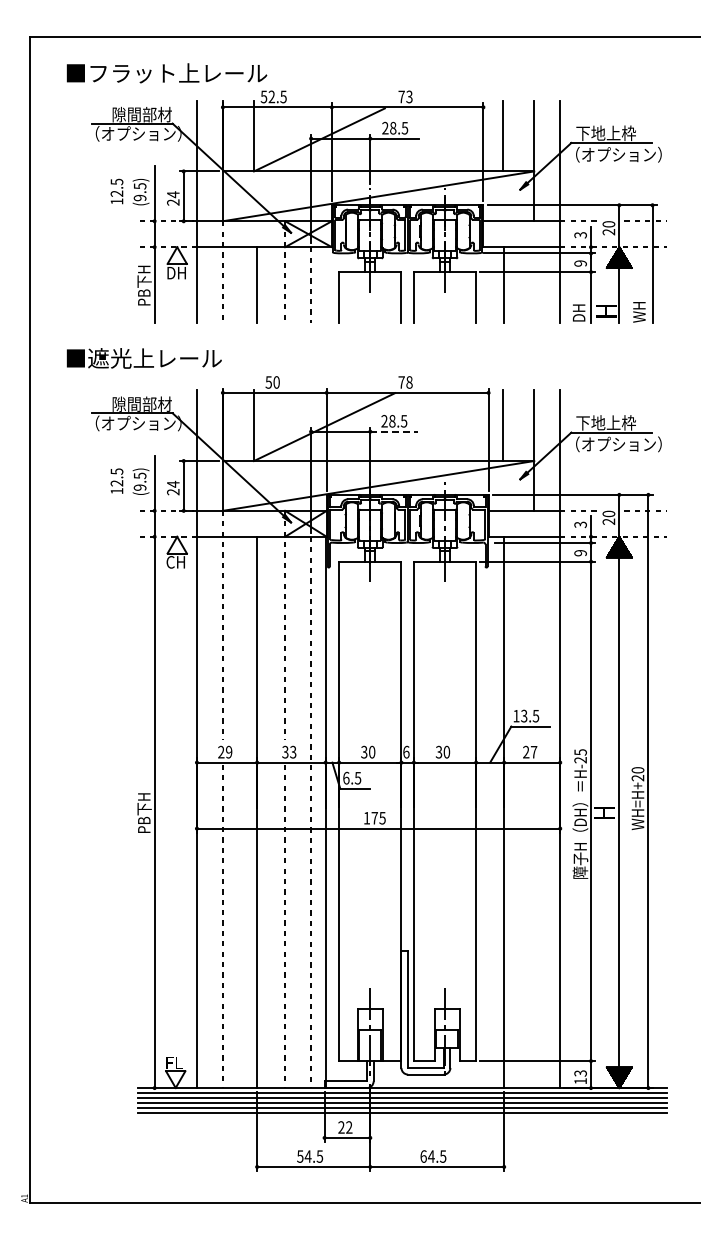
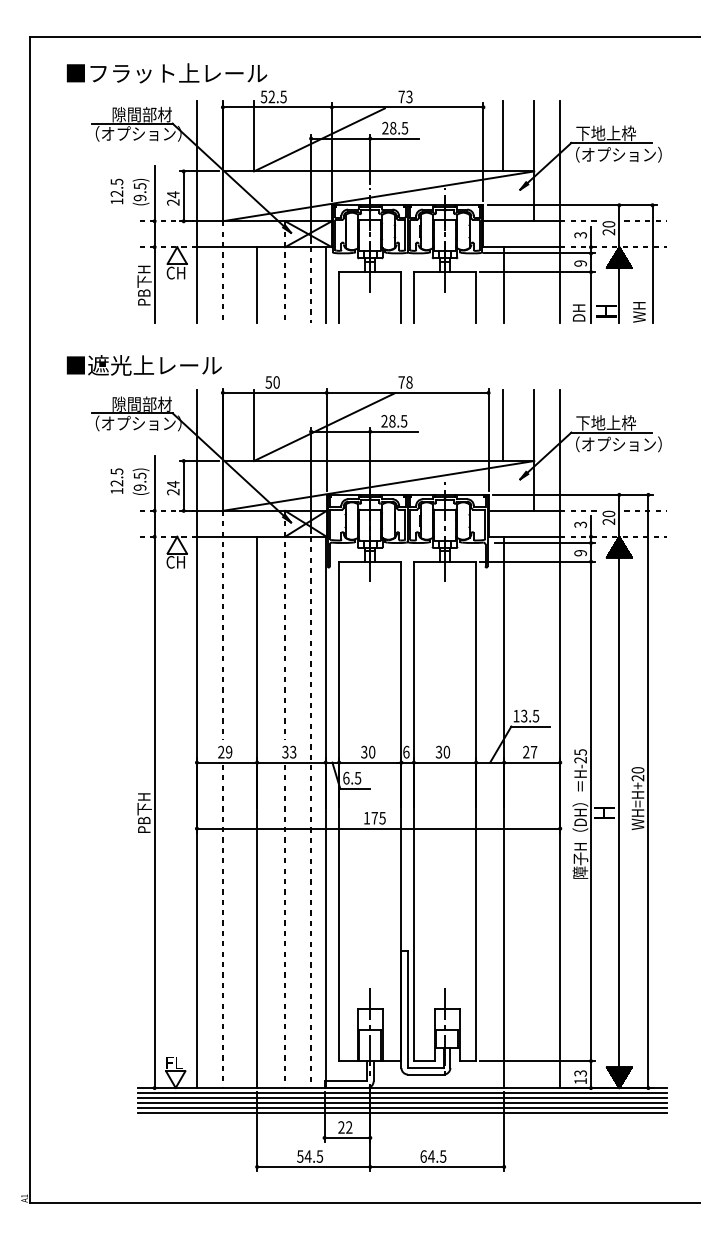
text at (175, 272): DH -> CH
line at (325, 284): none -> present
text at (143, 358) position: (143, 358) -> (143, 365)
line at (394, 431): dashed -> solid
